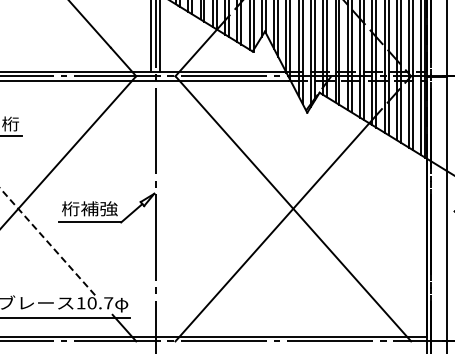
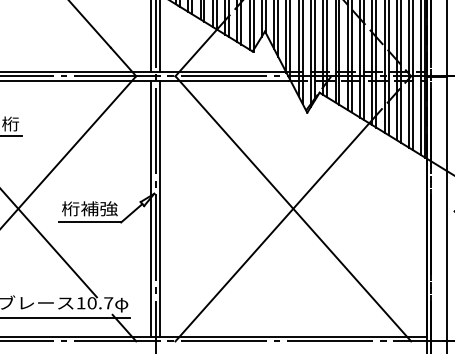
line at (151, 208): none -> present
line at (160, 208): none -> present
line at (48, 242): dashed -> solid
